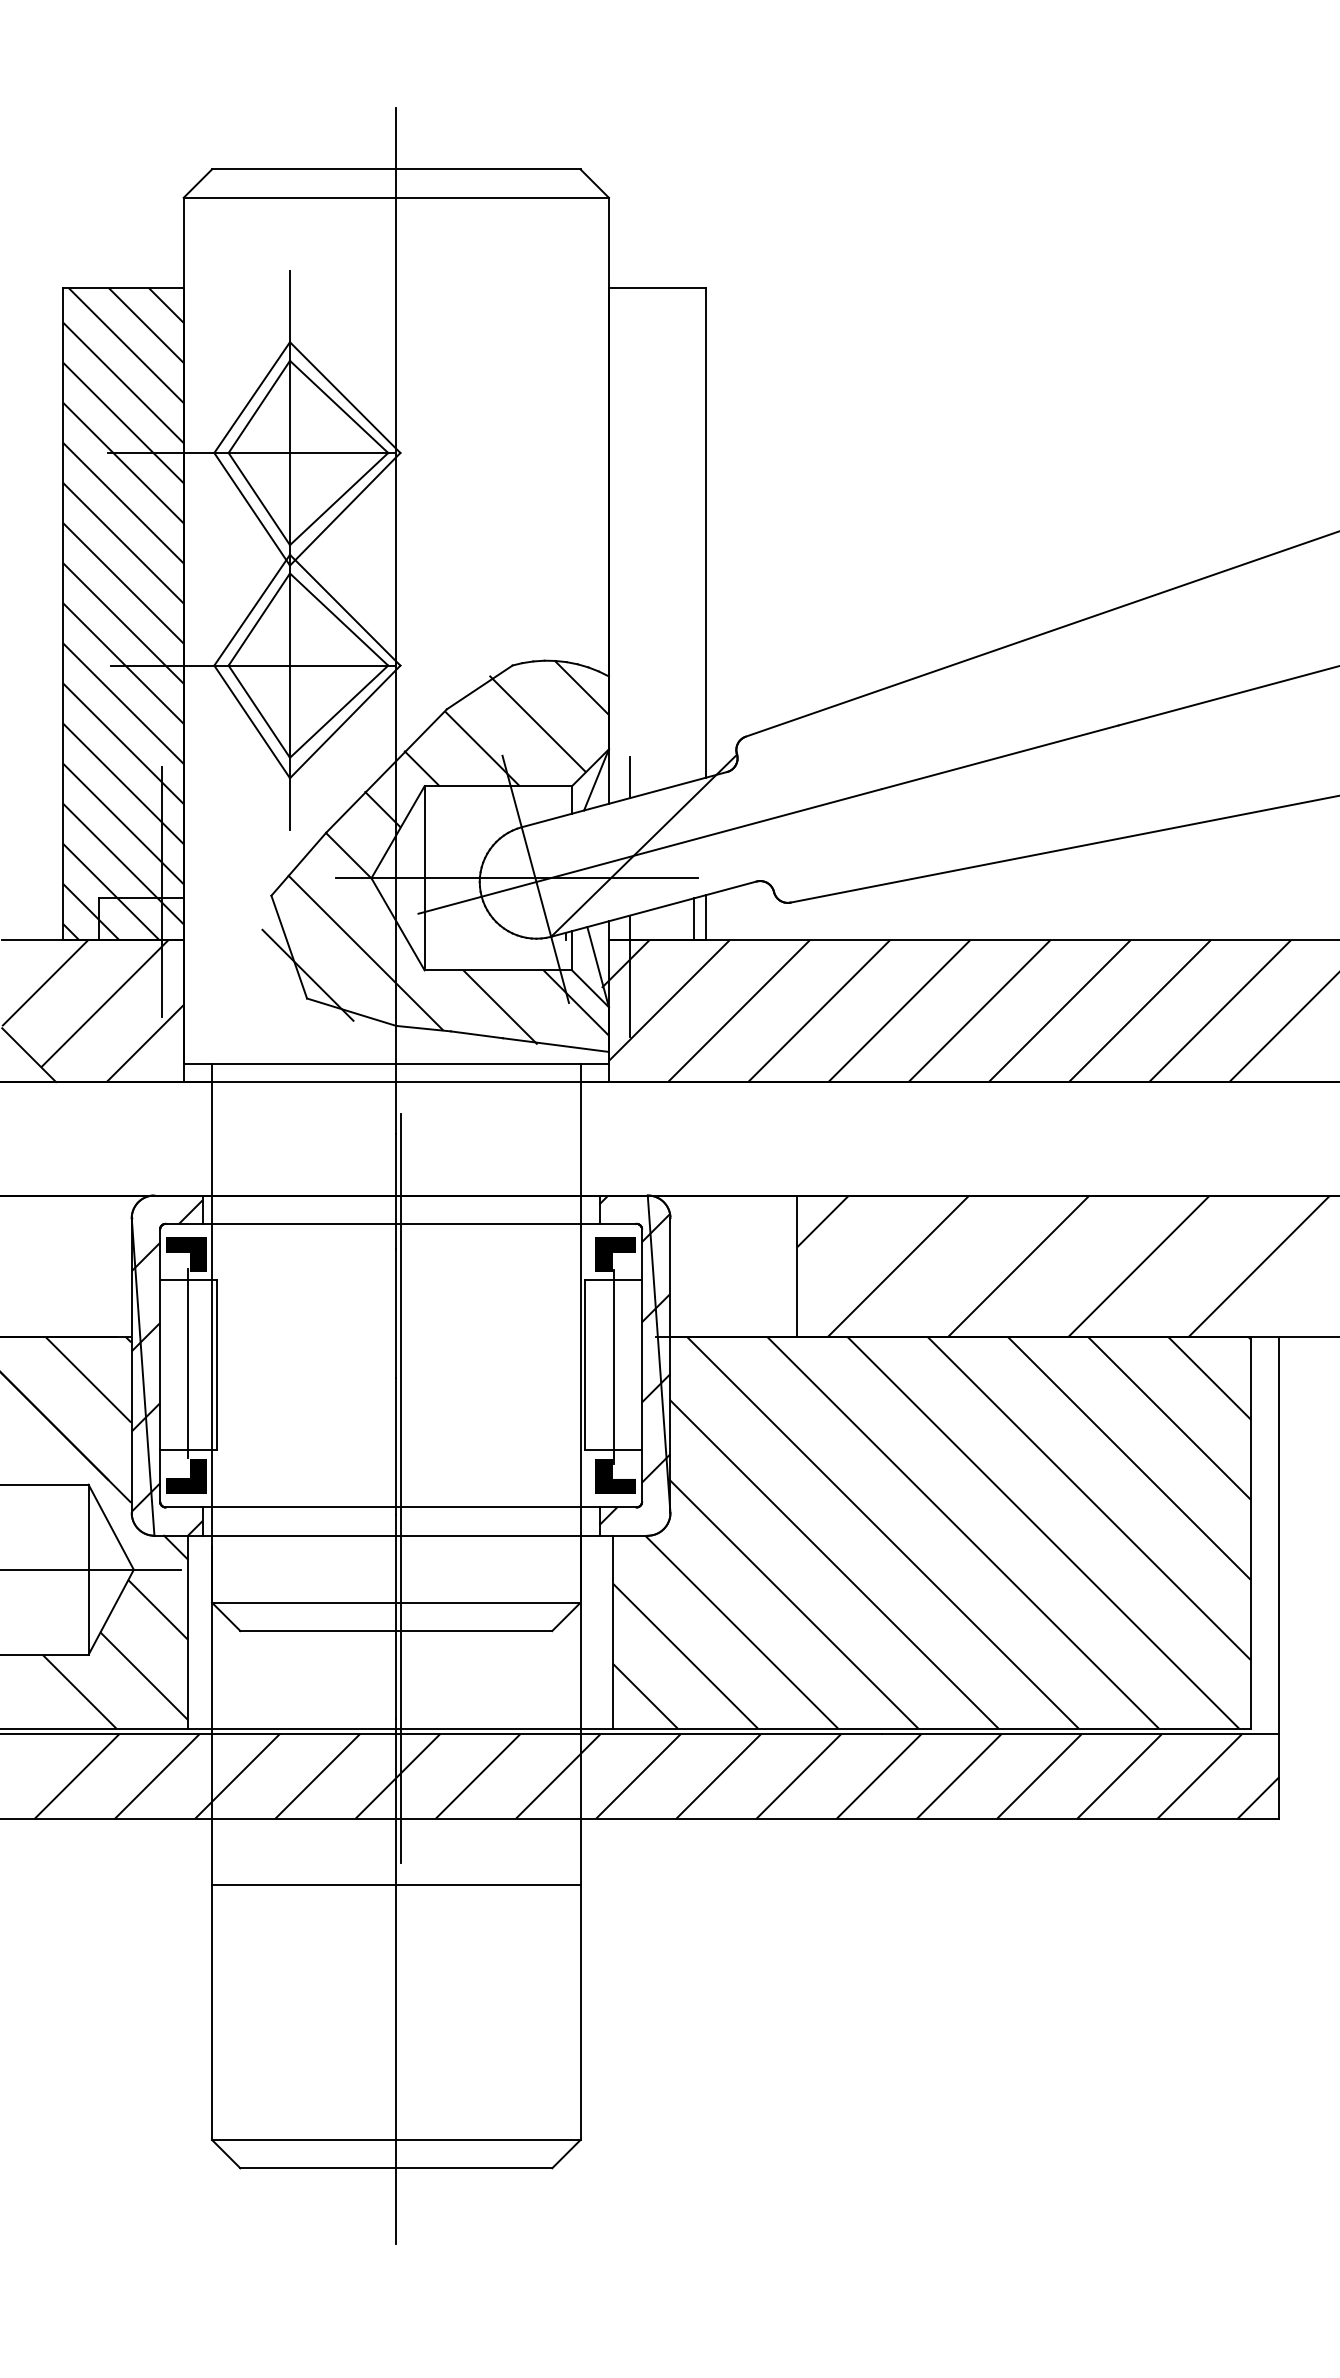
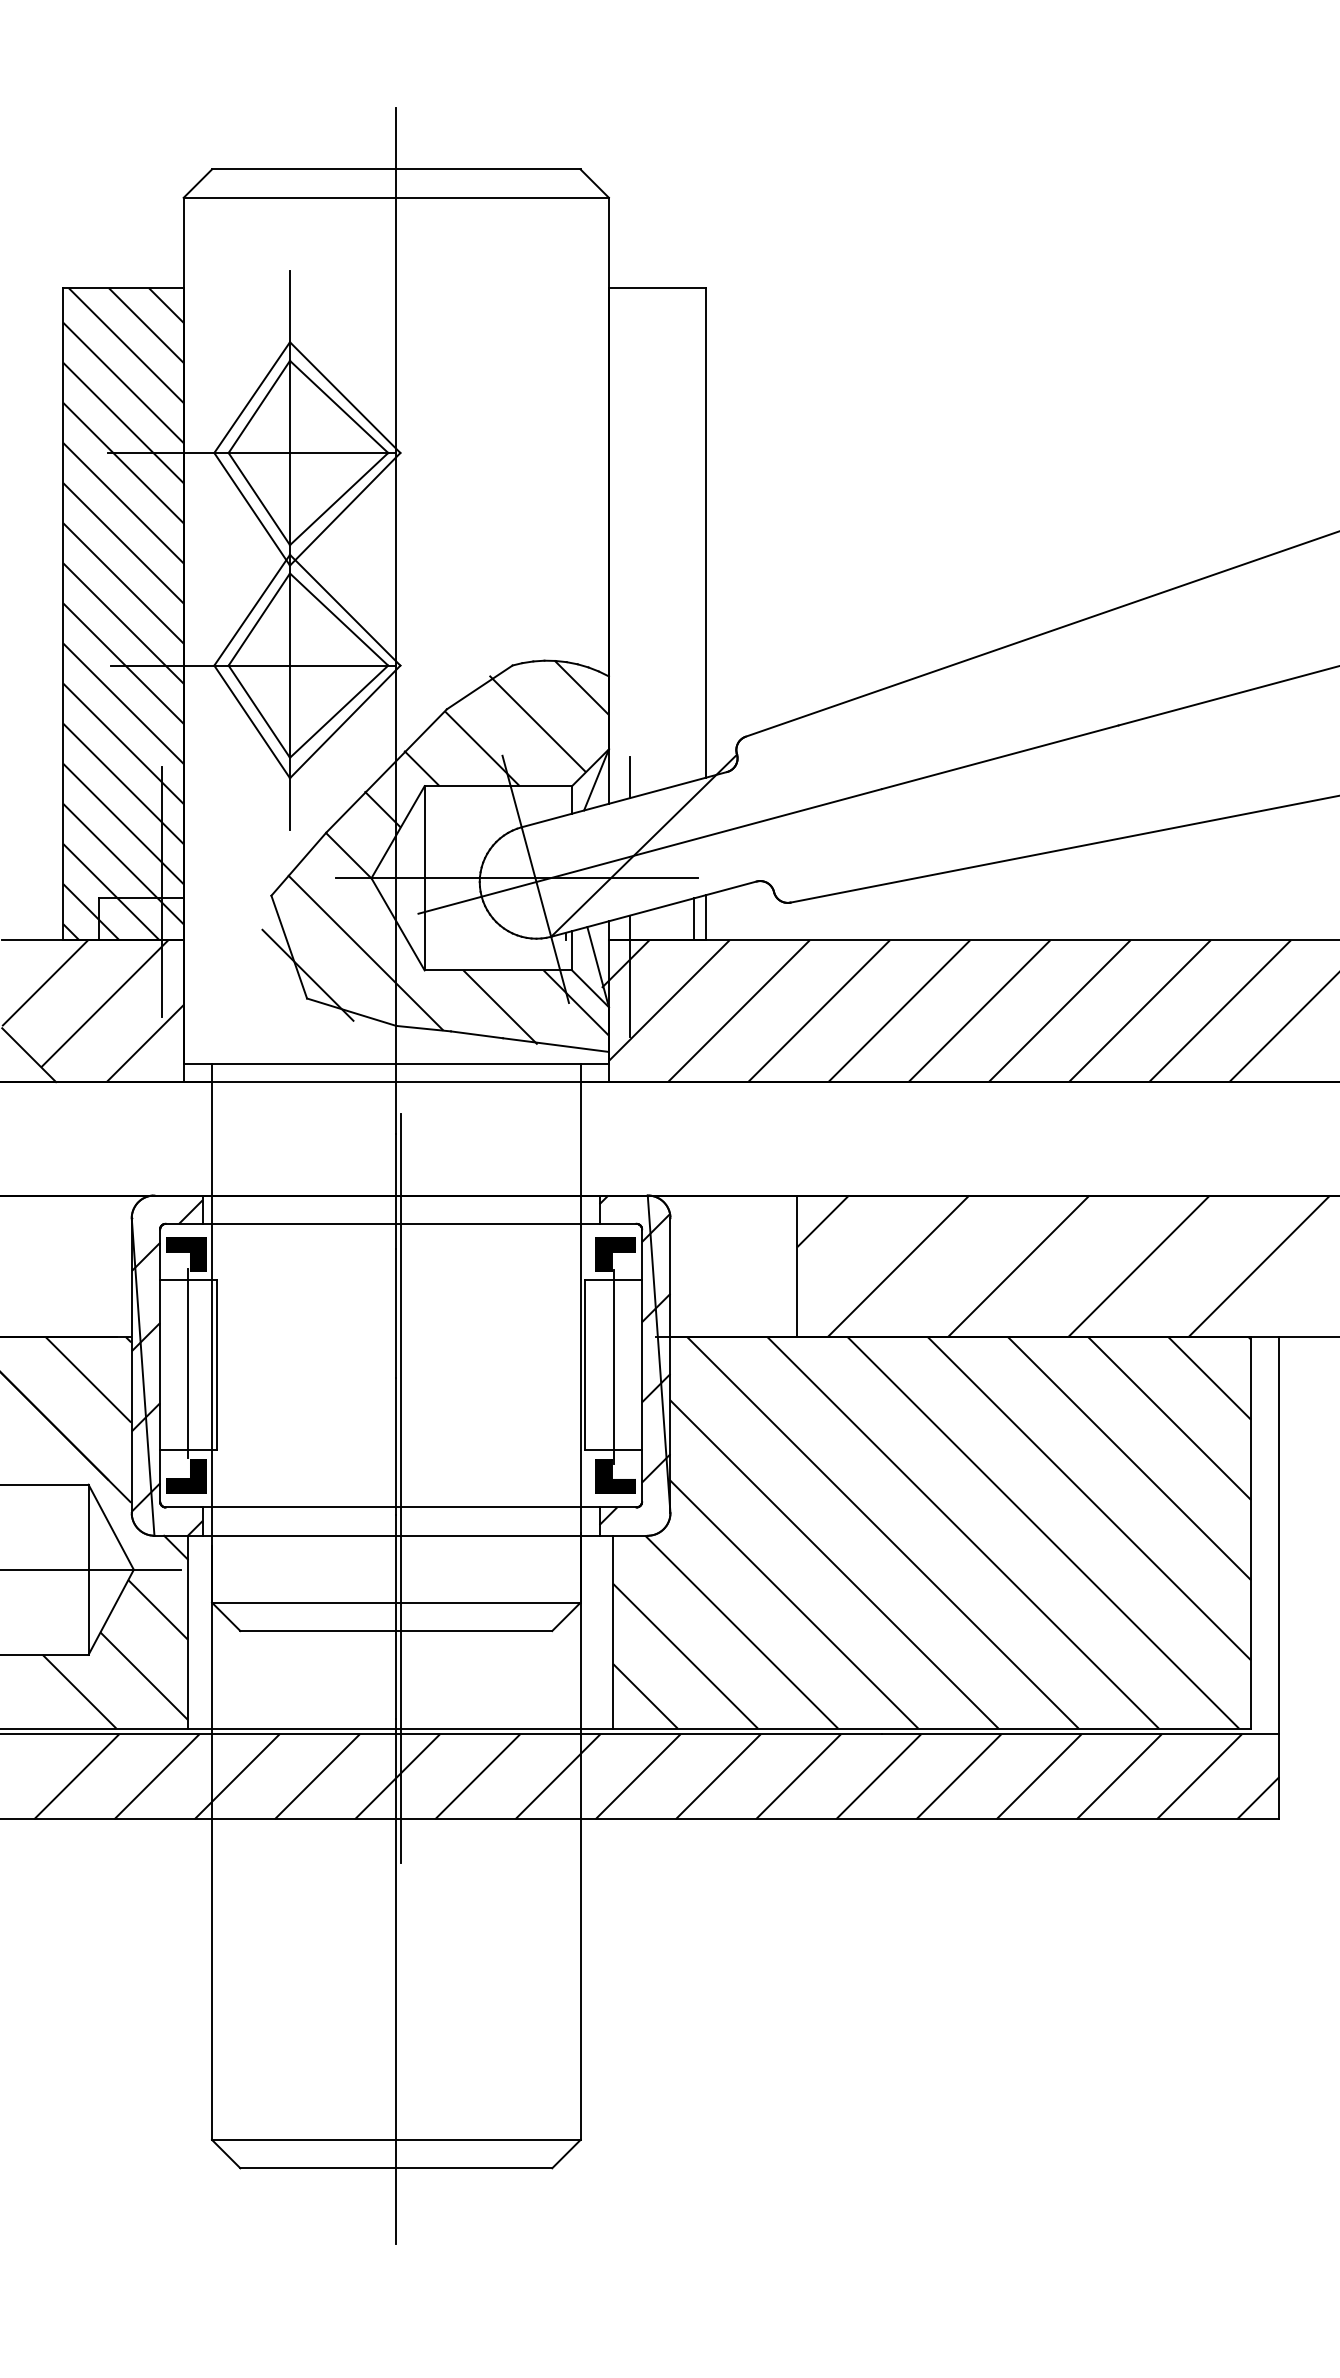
line at (396, 1884): present -> none
